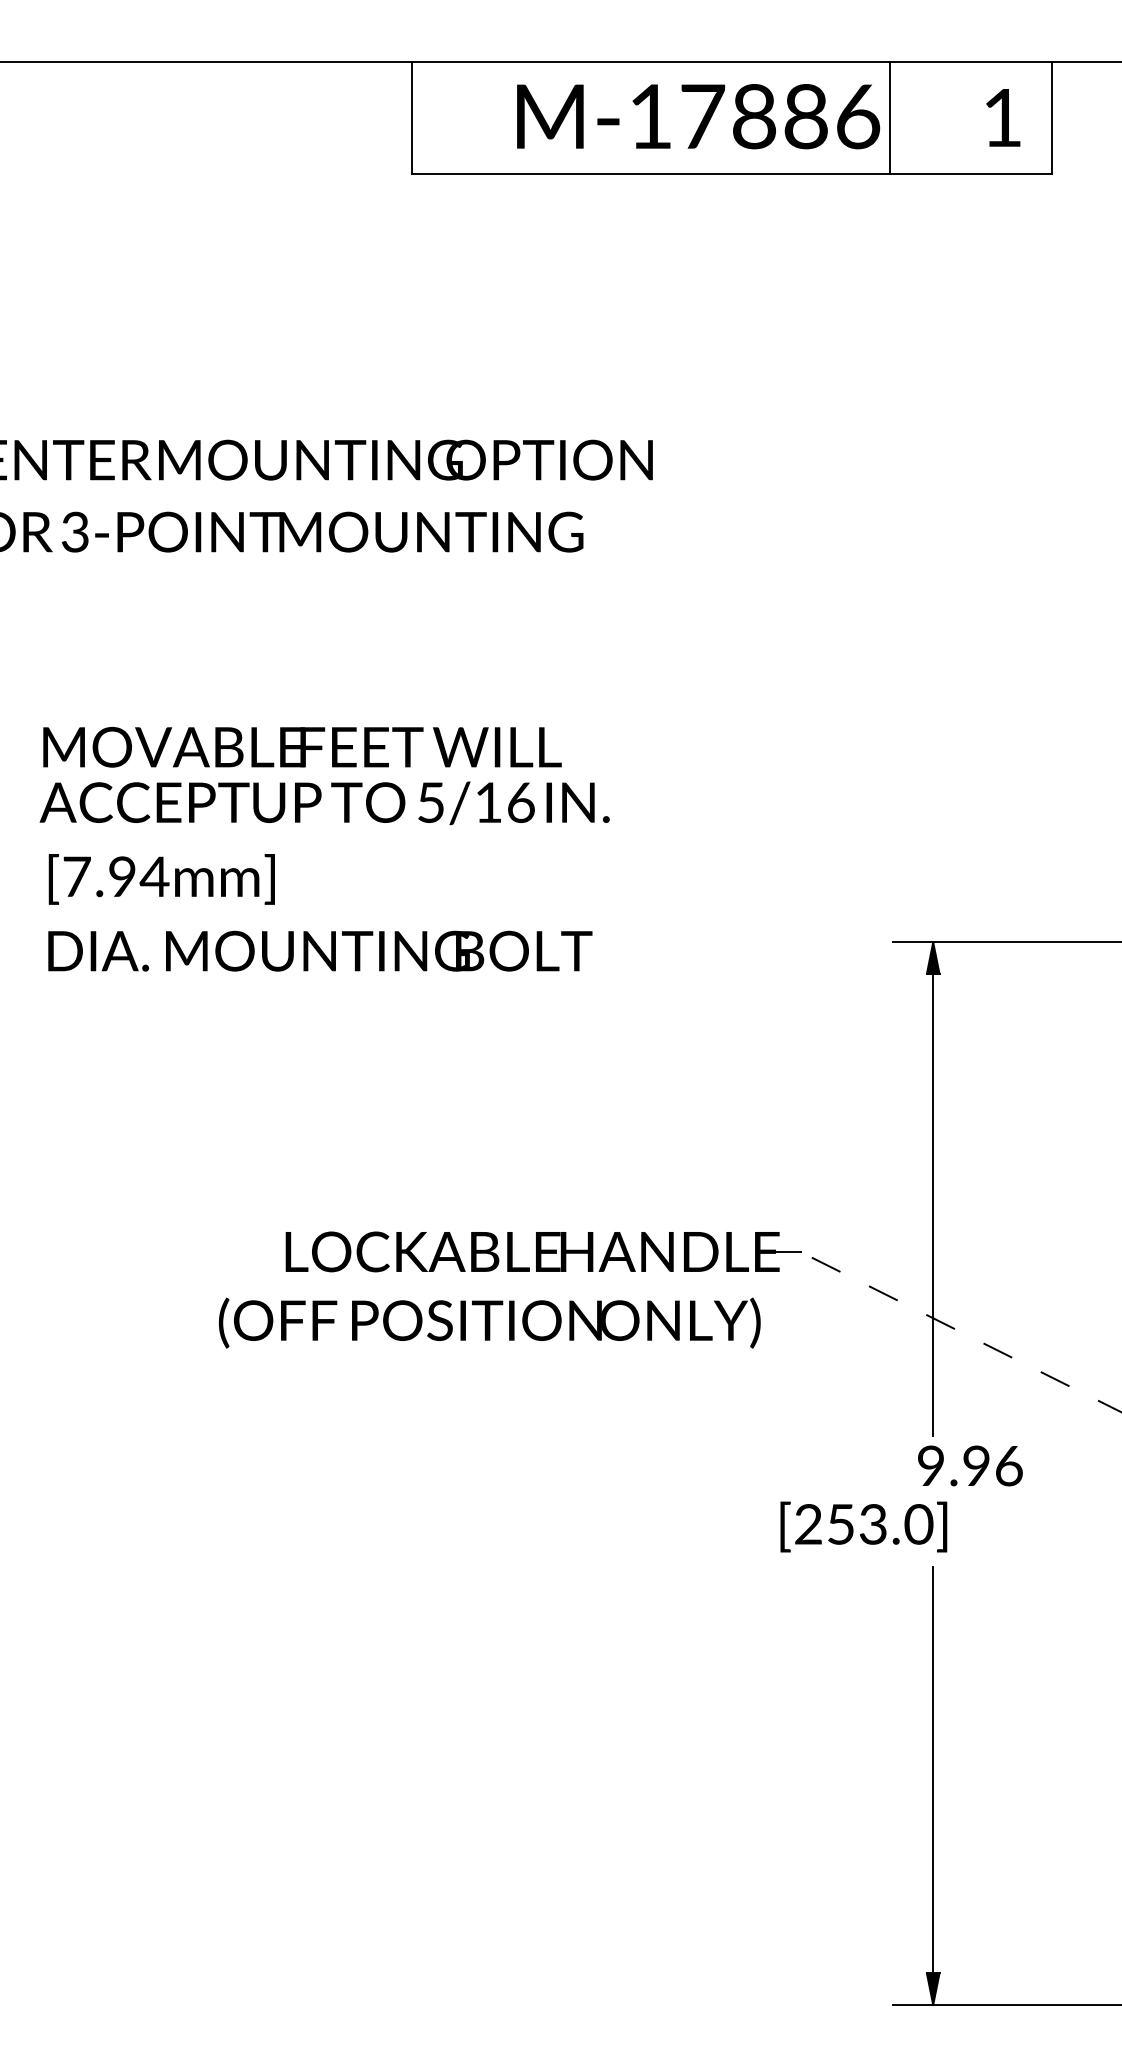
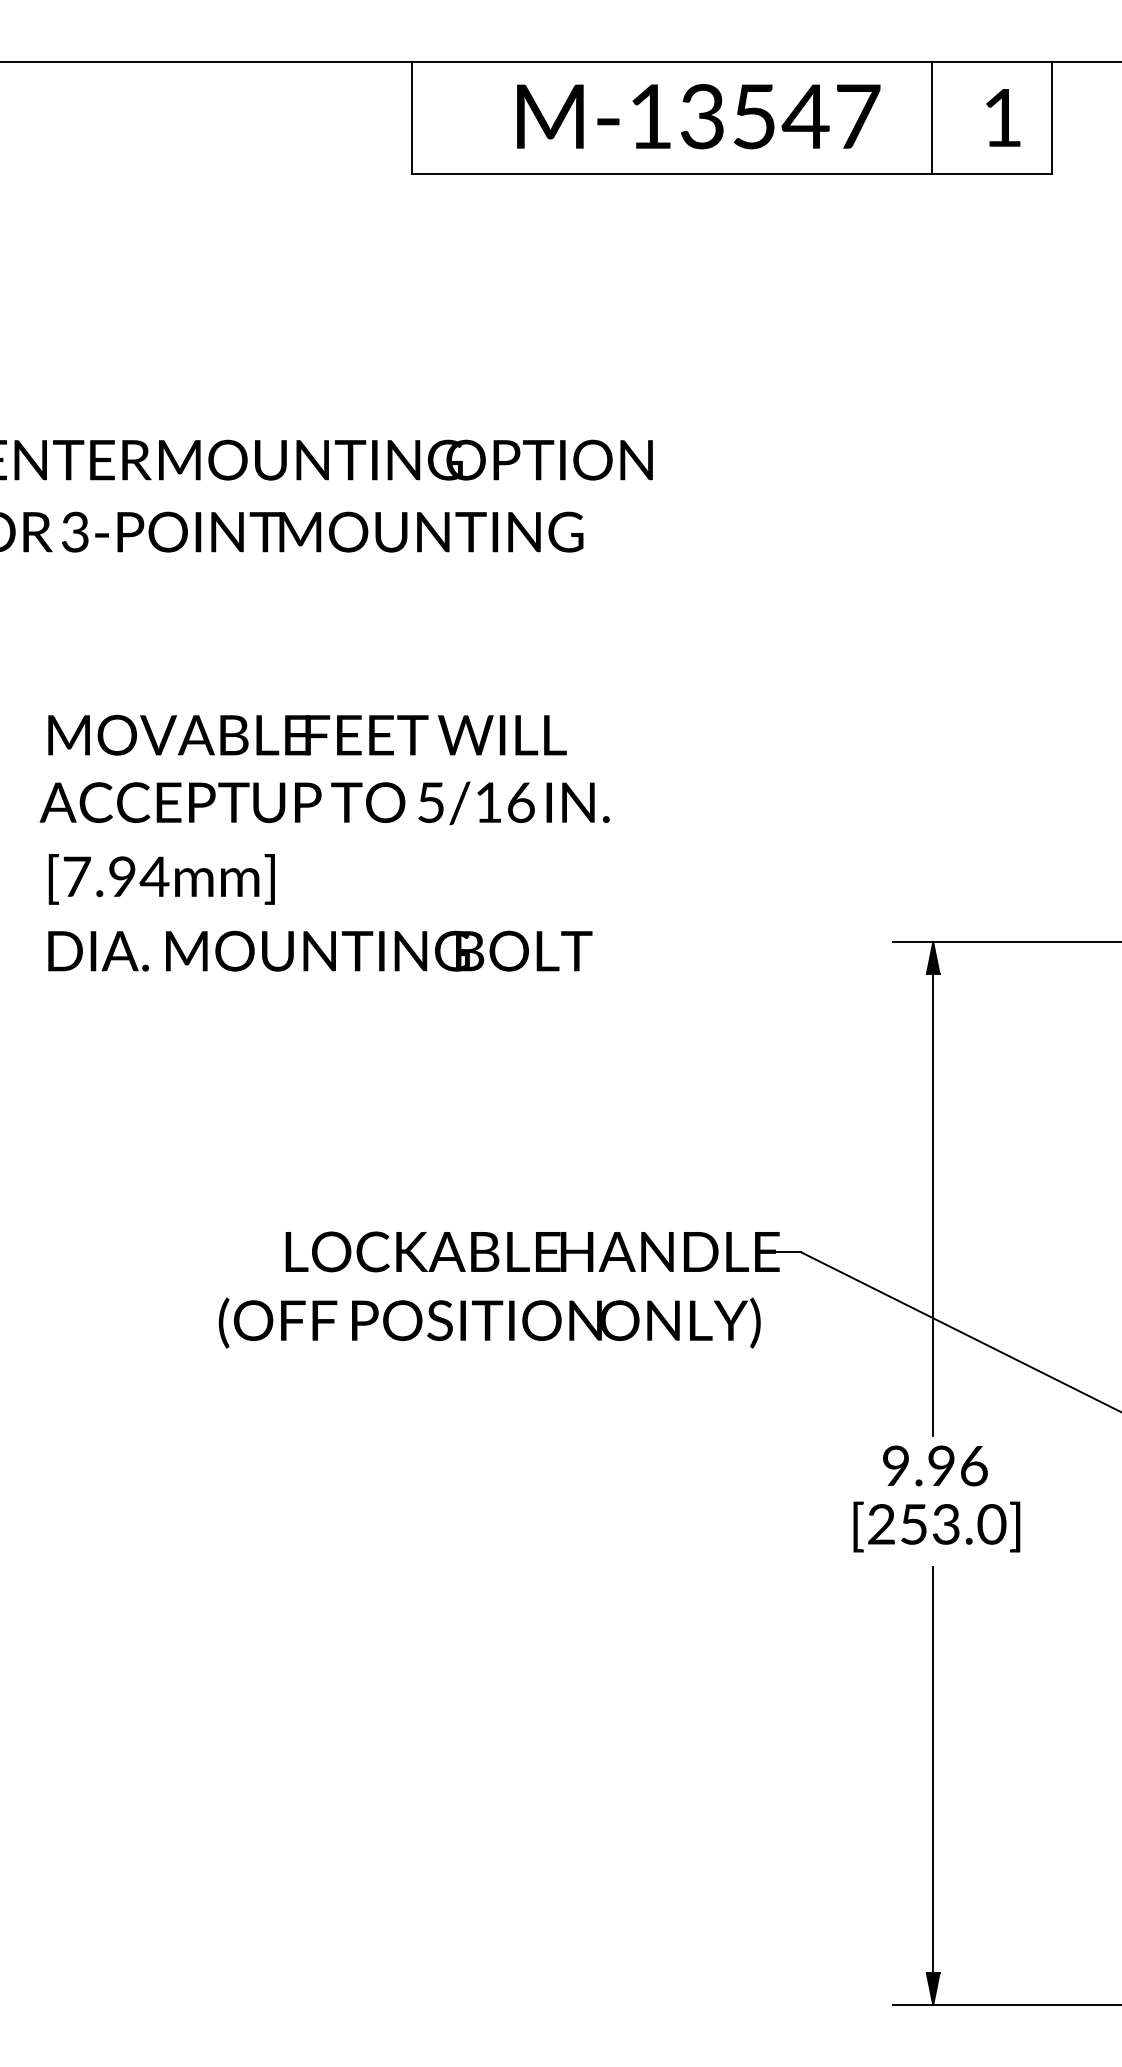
text at (780, 116): M-17886 -> M-13547
line at (890, 118) position: (890, 118) -> (932, 118)
text at (302, 746) position: (302, 746) -> (307, 734)
line at (961, 1332): dashed -> solid
text at (970, 1465) position: (970, 1465) -> (935, 1465)
text at (863, 1526) position: (863, 1526) -> (936, 1526)
